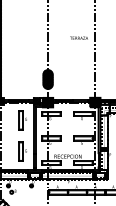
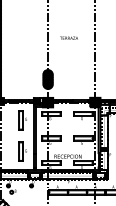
text at (78, 37) position: (78, 37) -> (68, 37)
